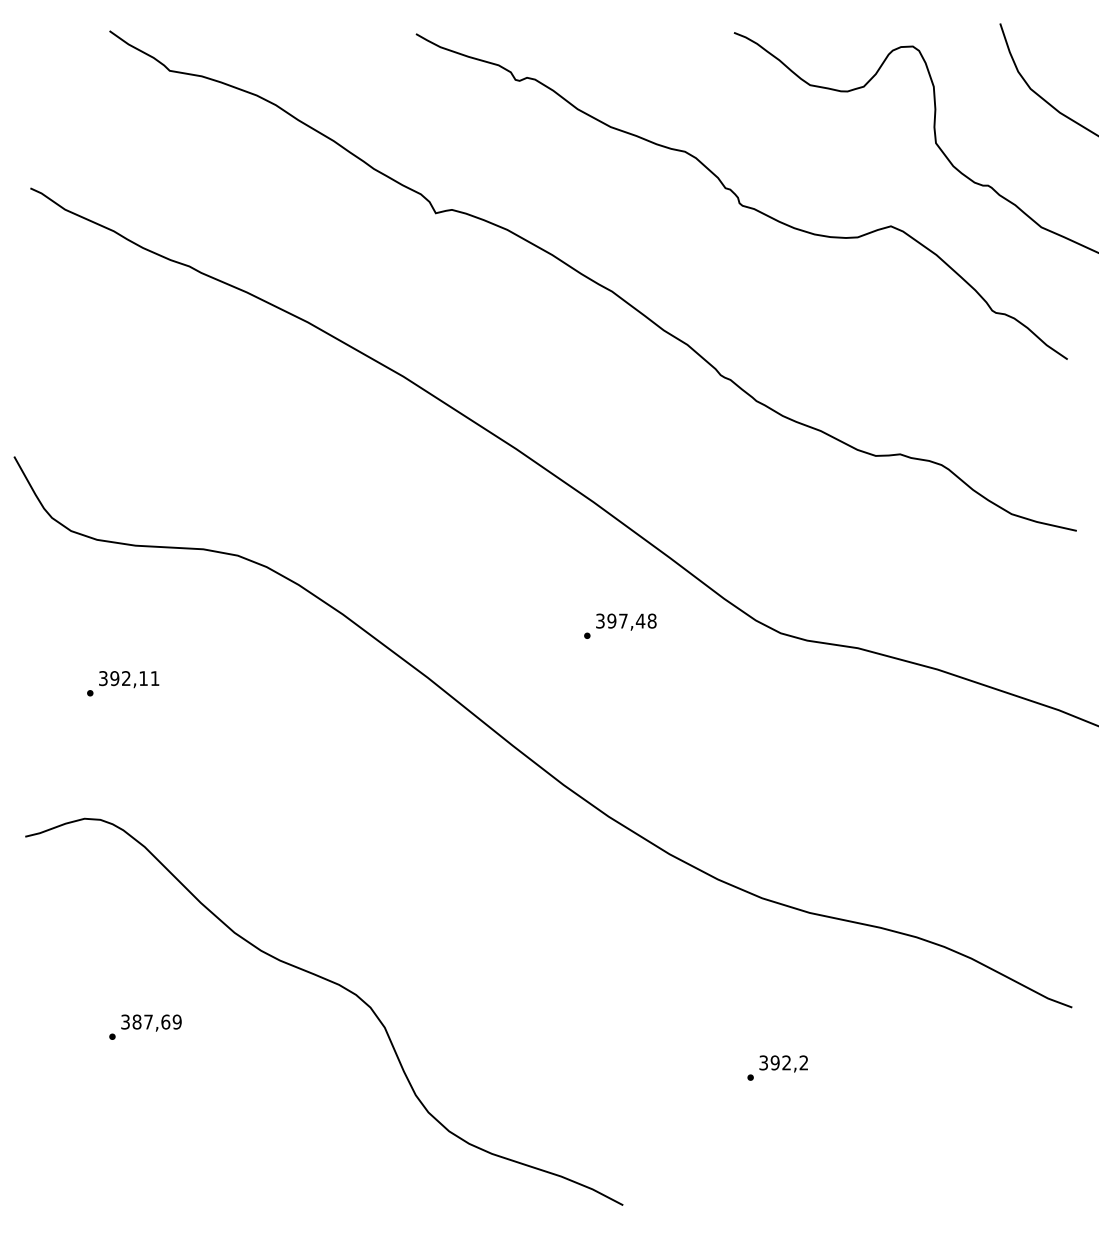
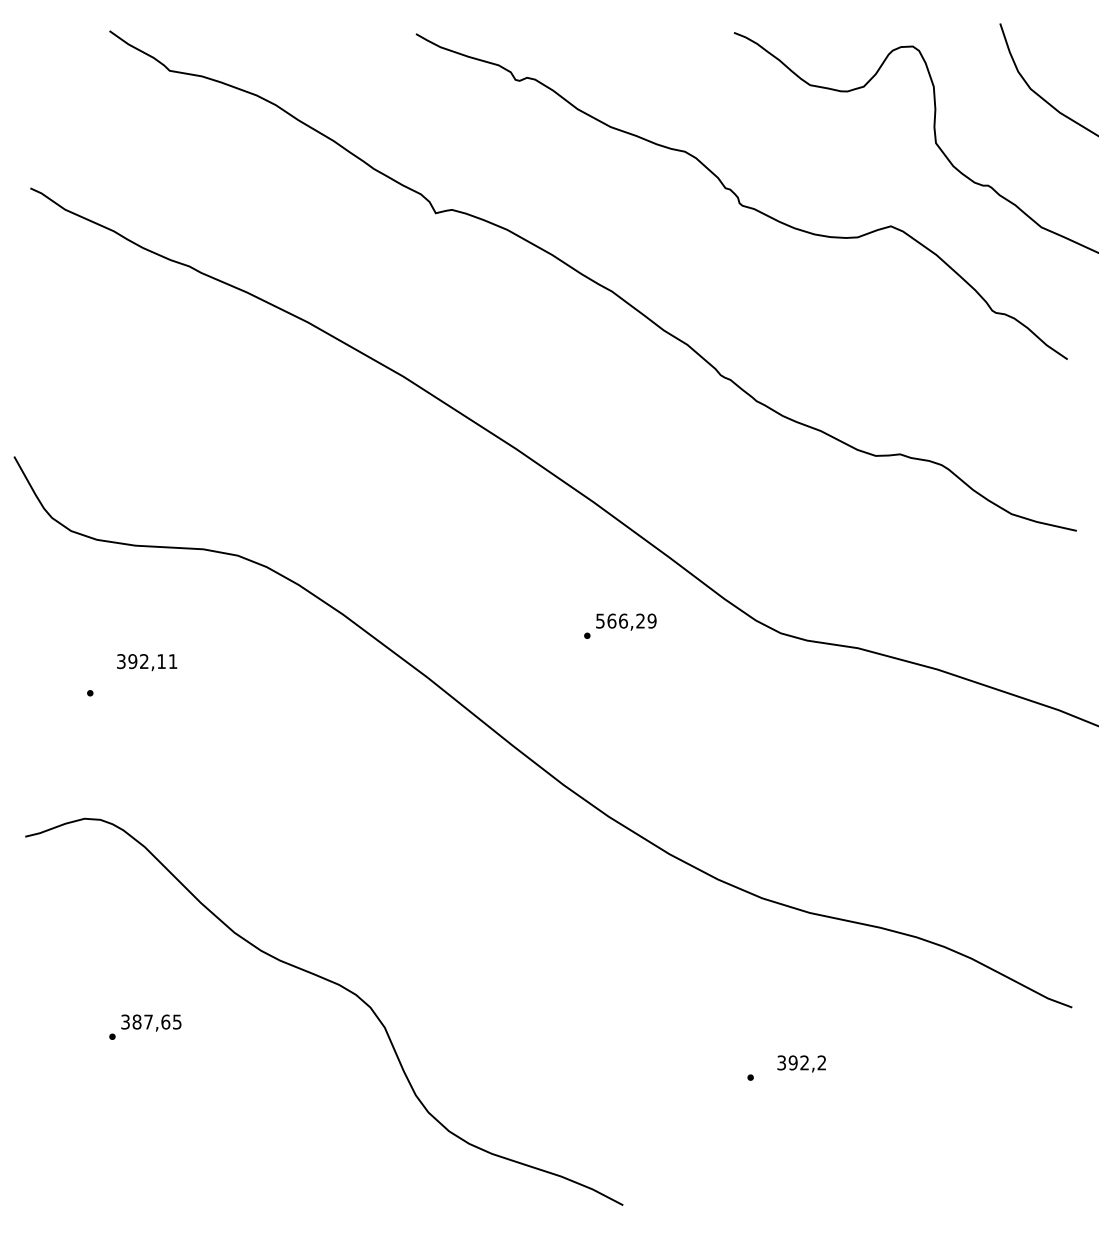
text at (626, 620): 397,48 -> 566,29
text at (129, 679) position: (129, 679) -> (147, 662)
text at (176, 1021): 387,69 -> 387,65
text at (783, 1063) position: (783, 1063) -> (801, 1063)
